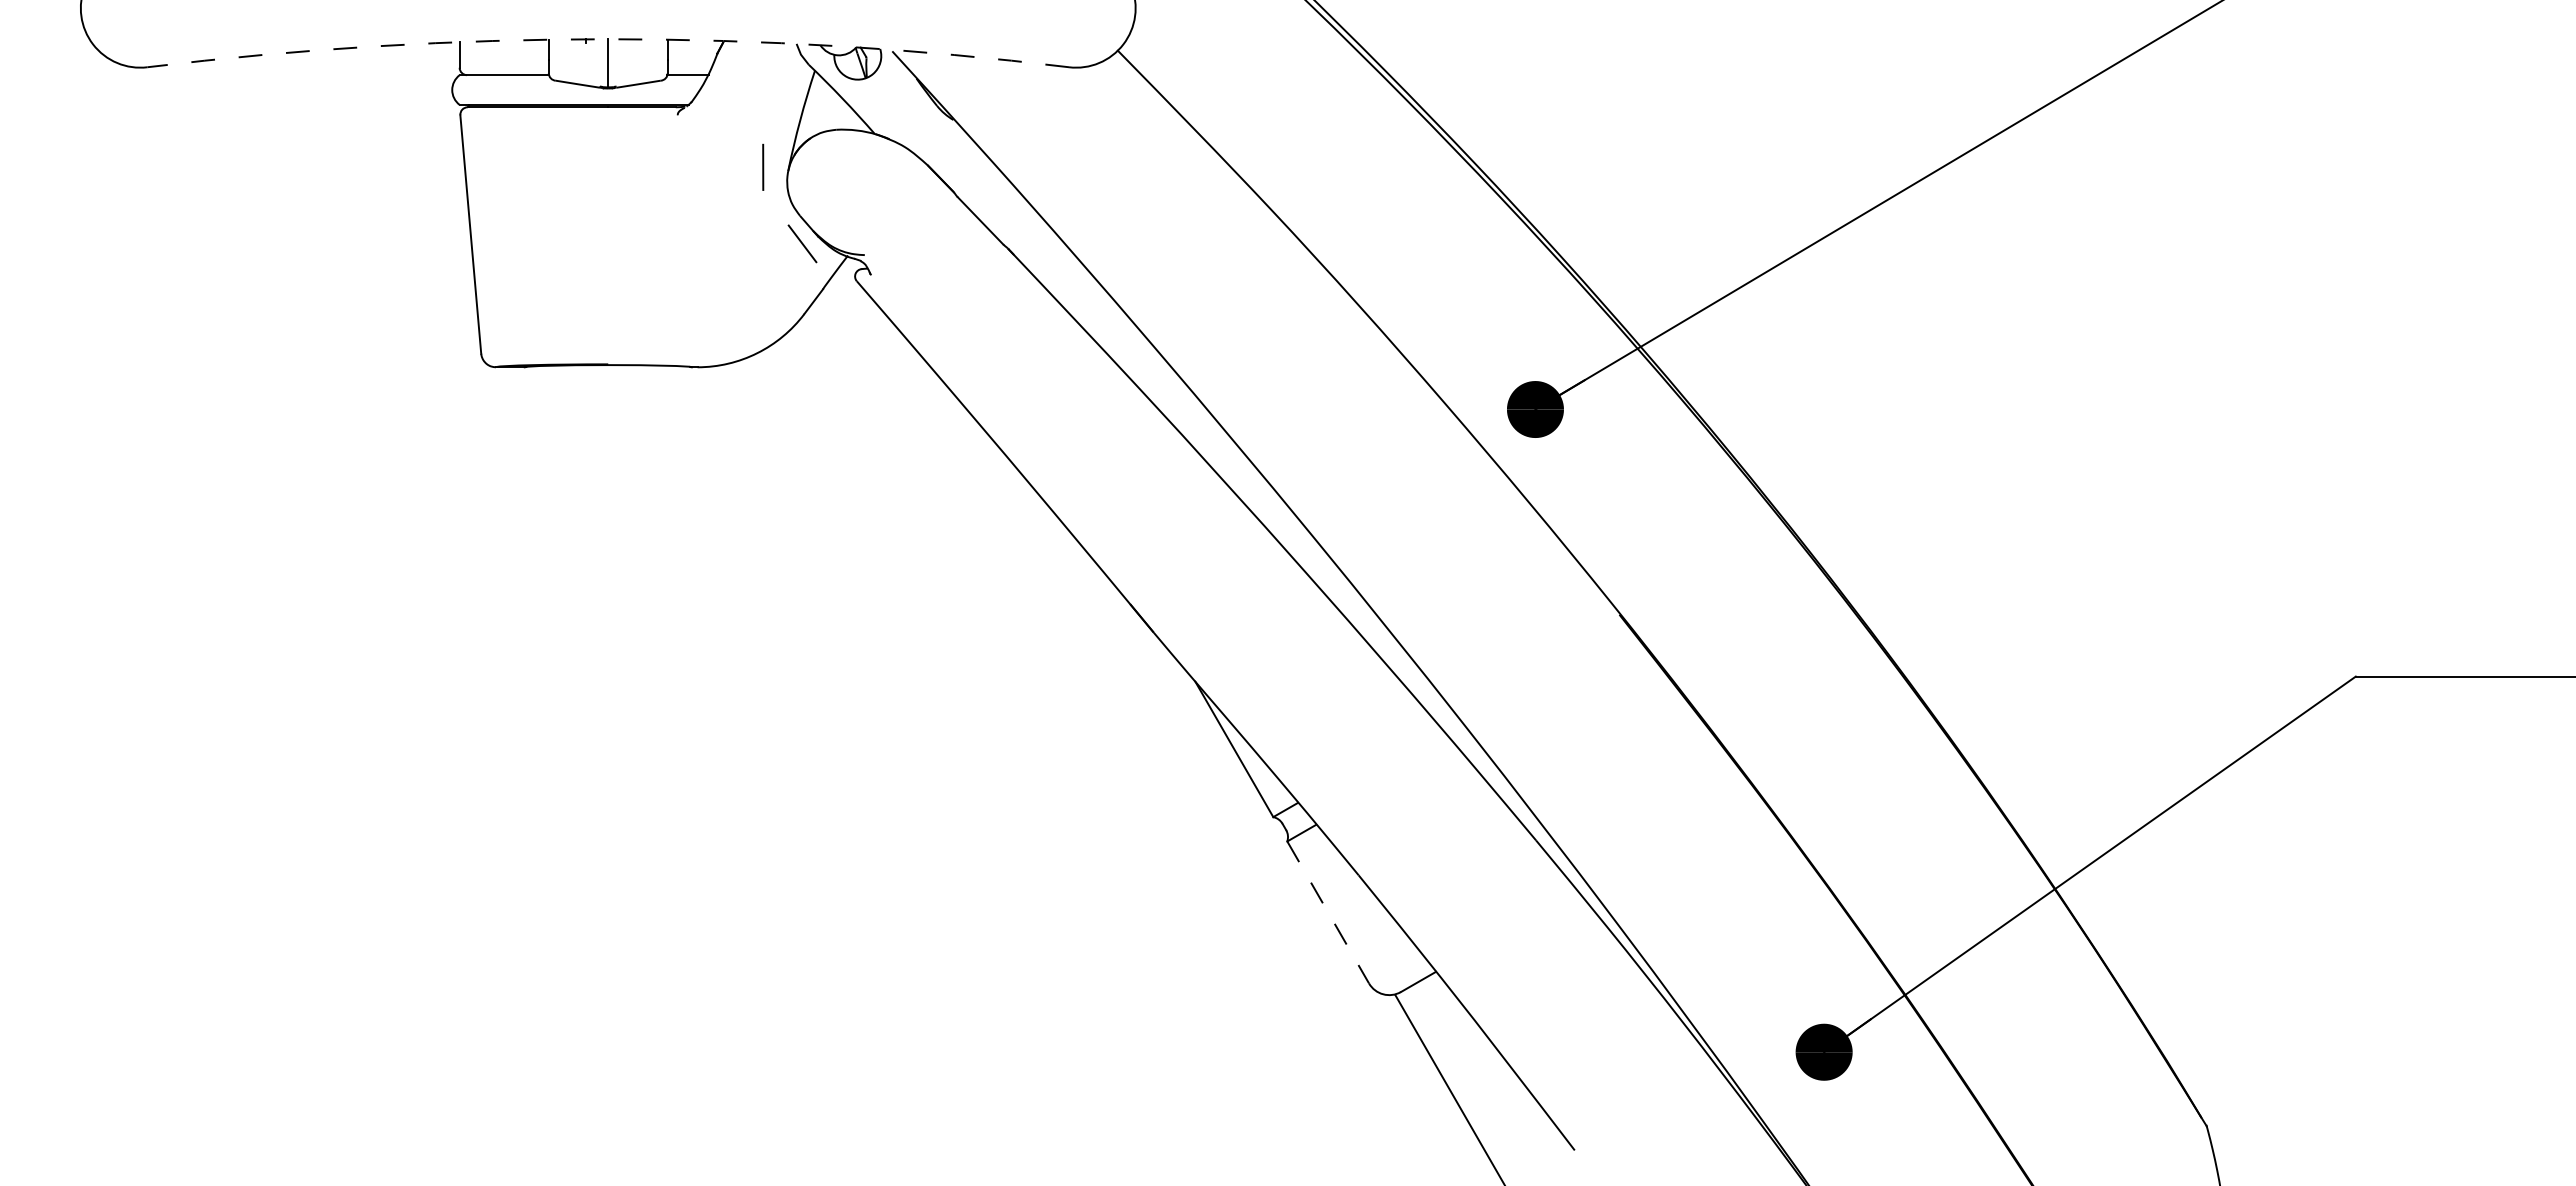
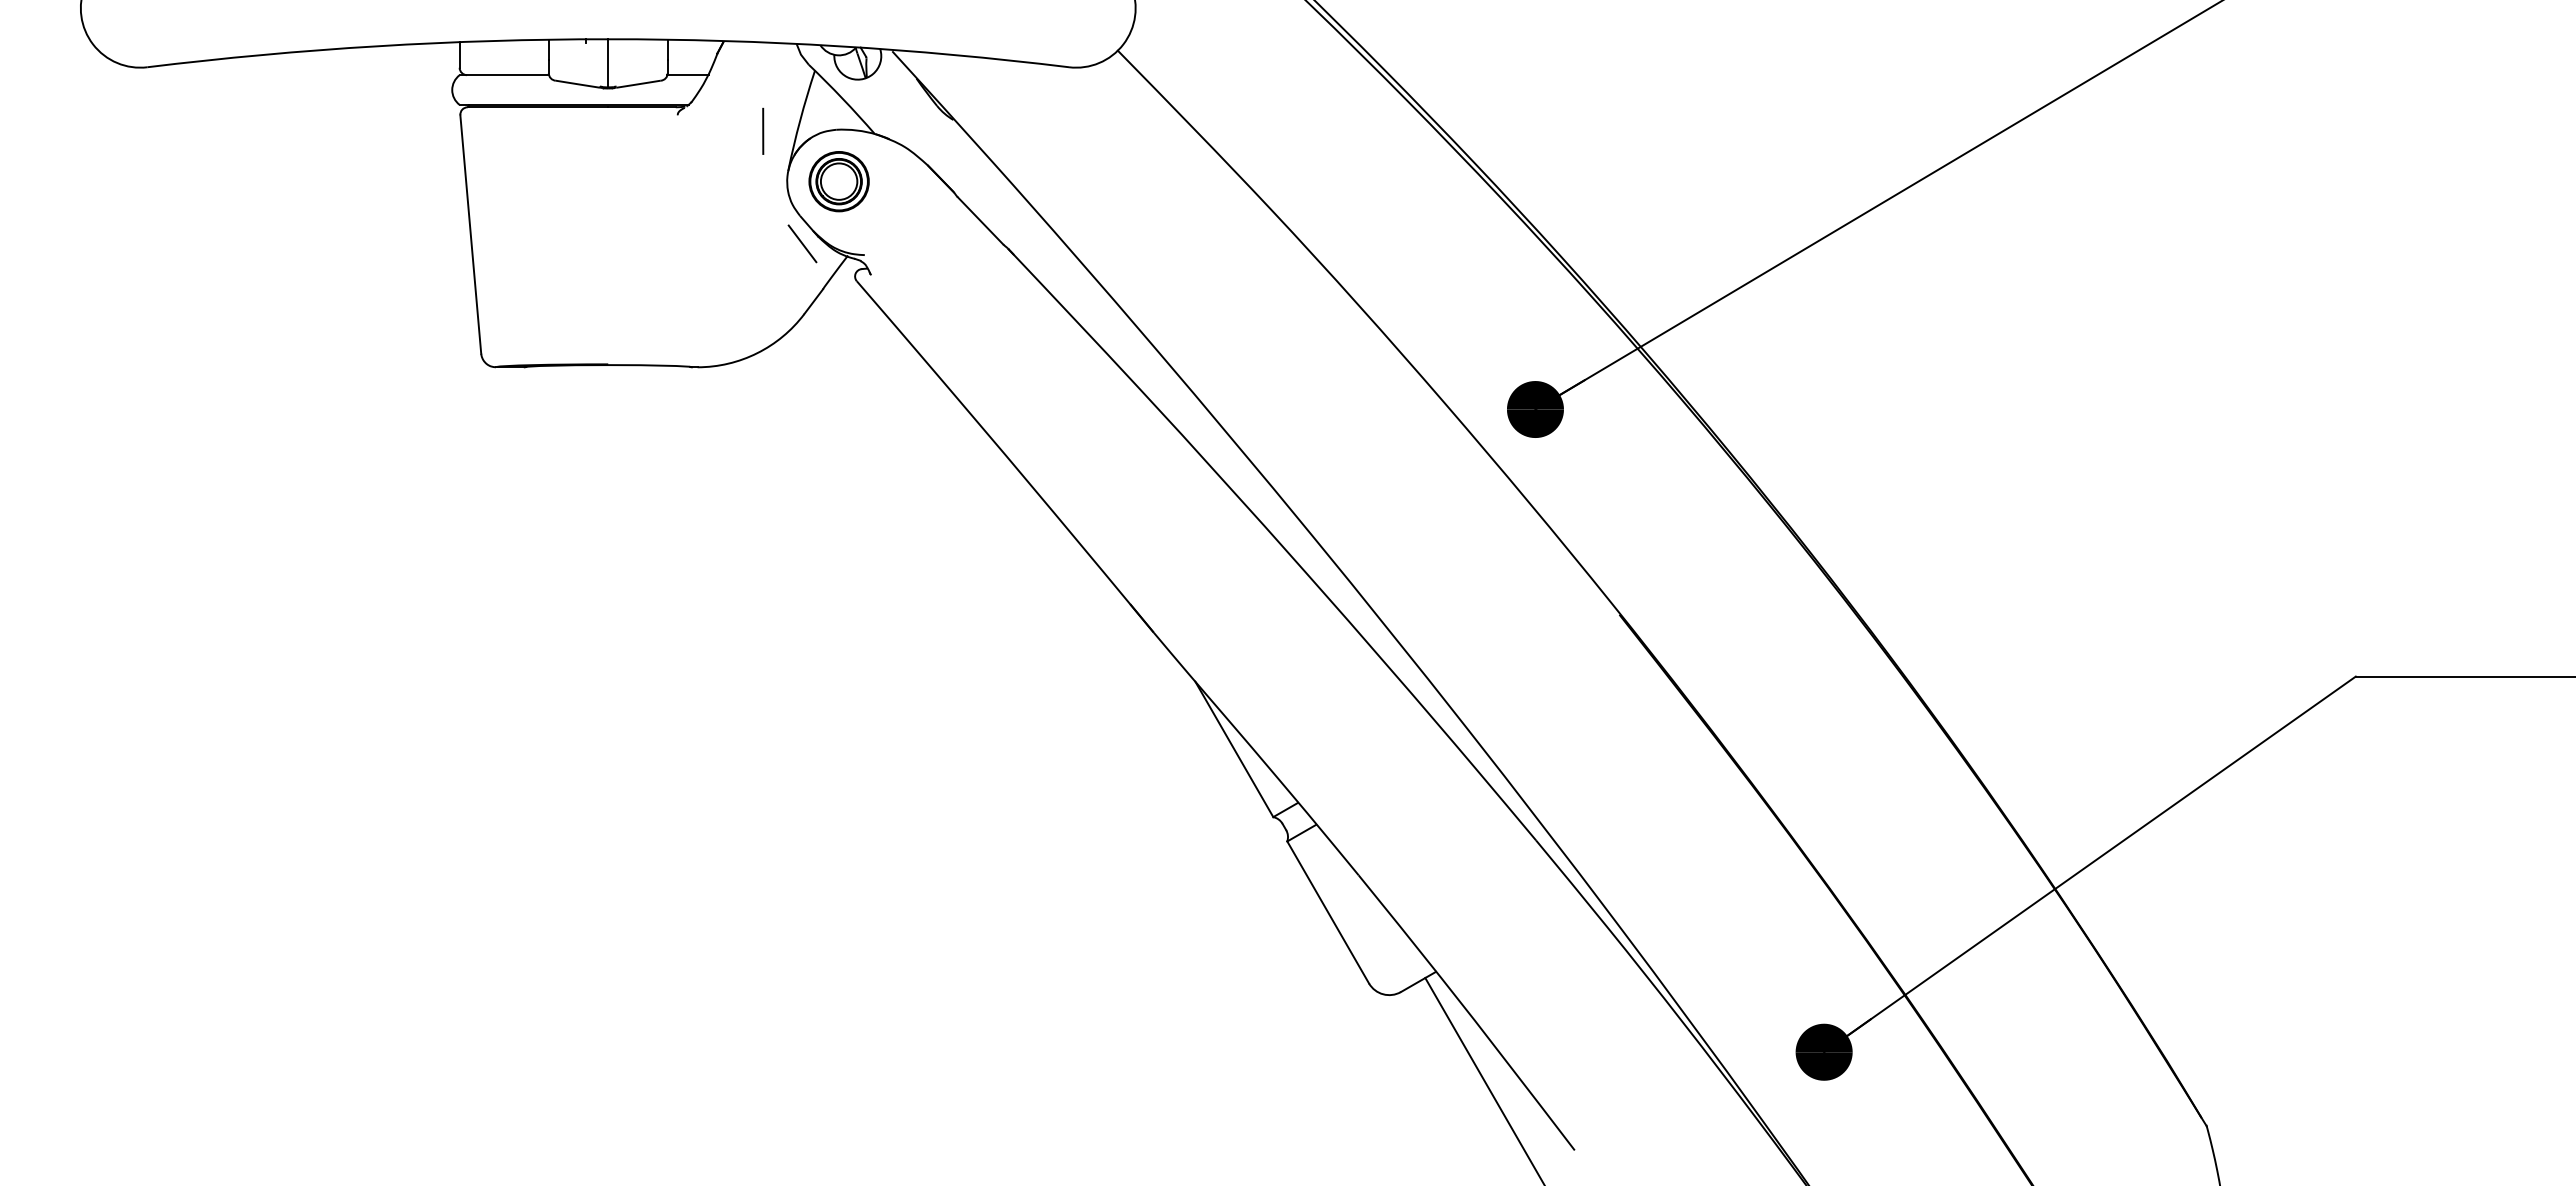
arc at (608, 39): dashed -> solid
line at (763, 166) position: (763, 166) -> (763, 130)
part at (838, 181): none -> present
line at (1328, 912): dashed -> solid
line at (1449, 1088) position: (1449, 1088) -> (1484, 1080)
